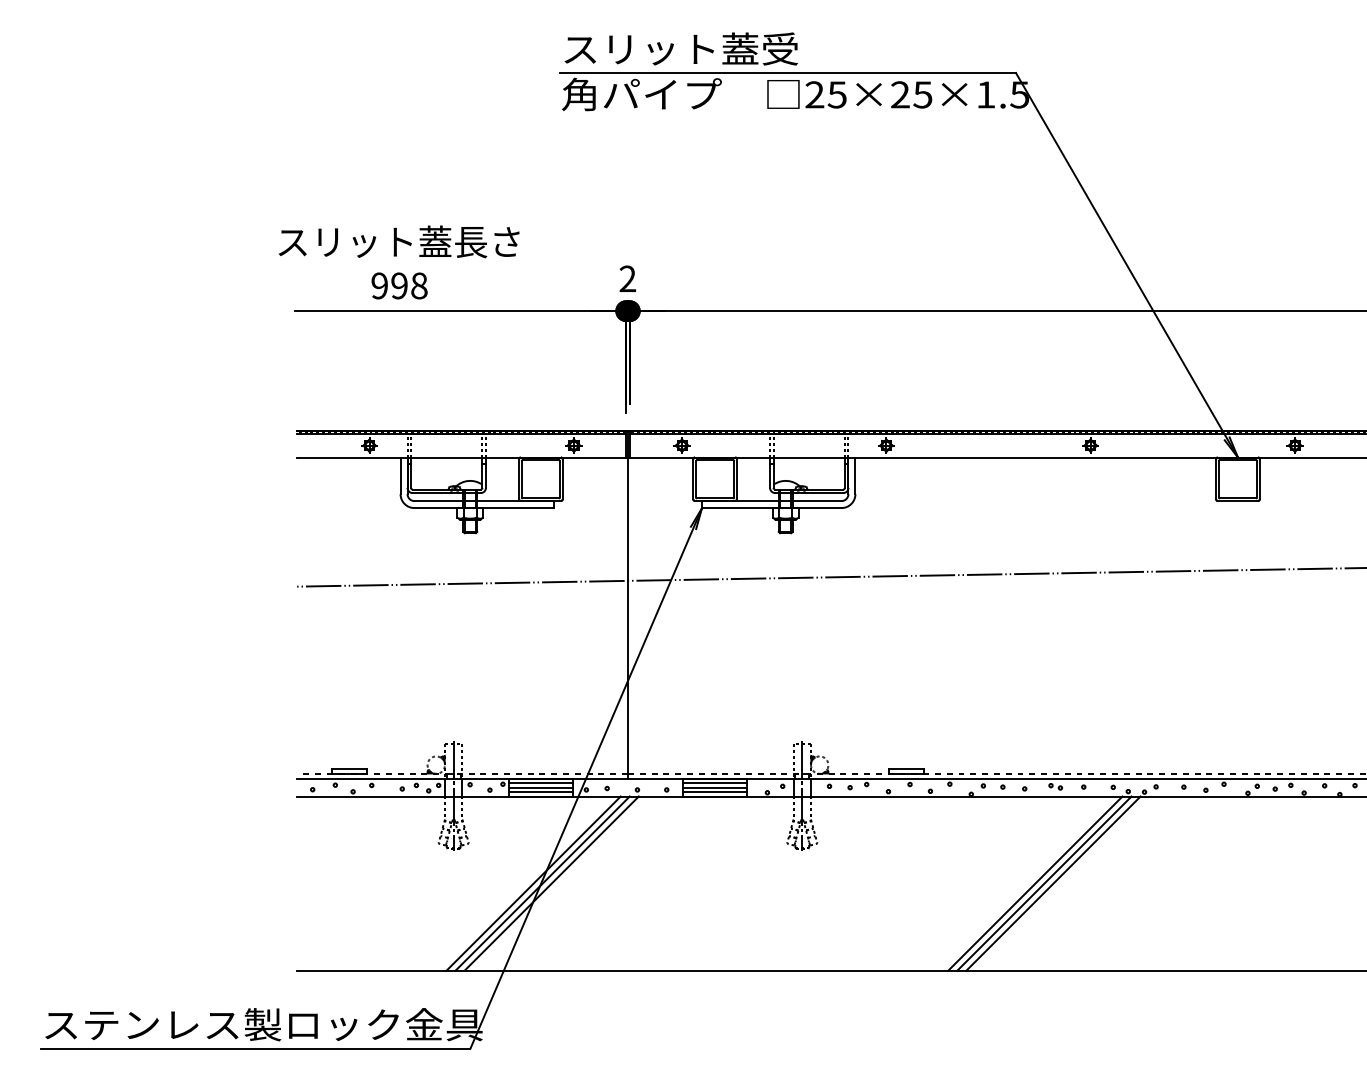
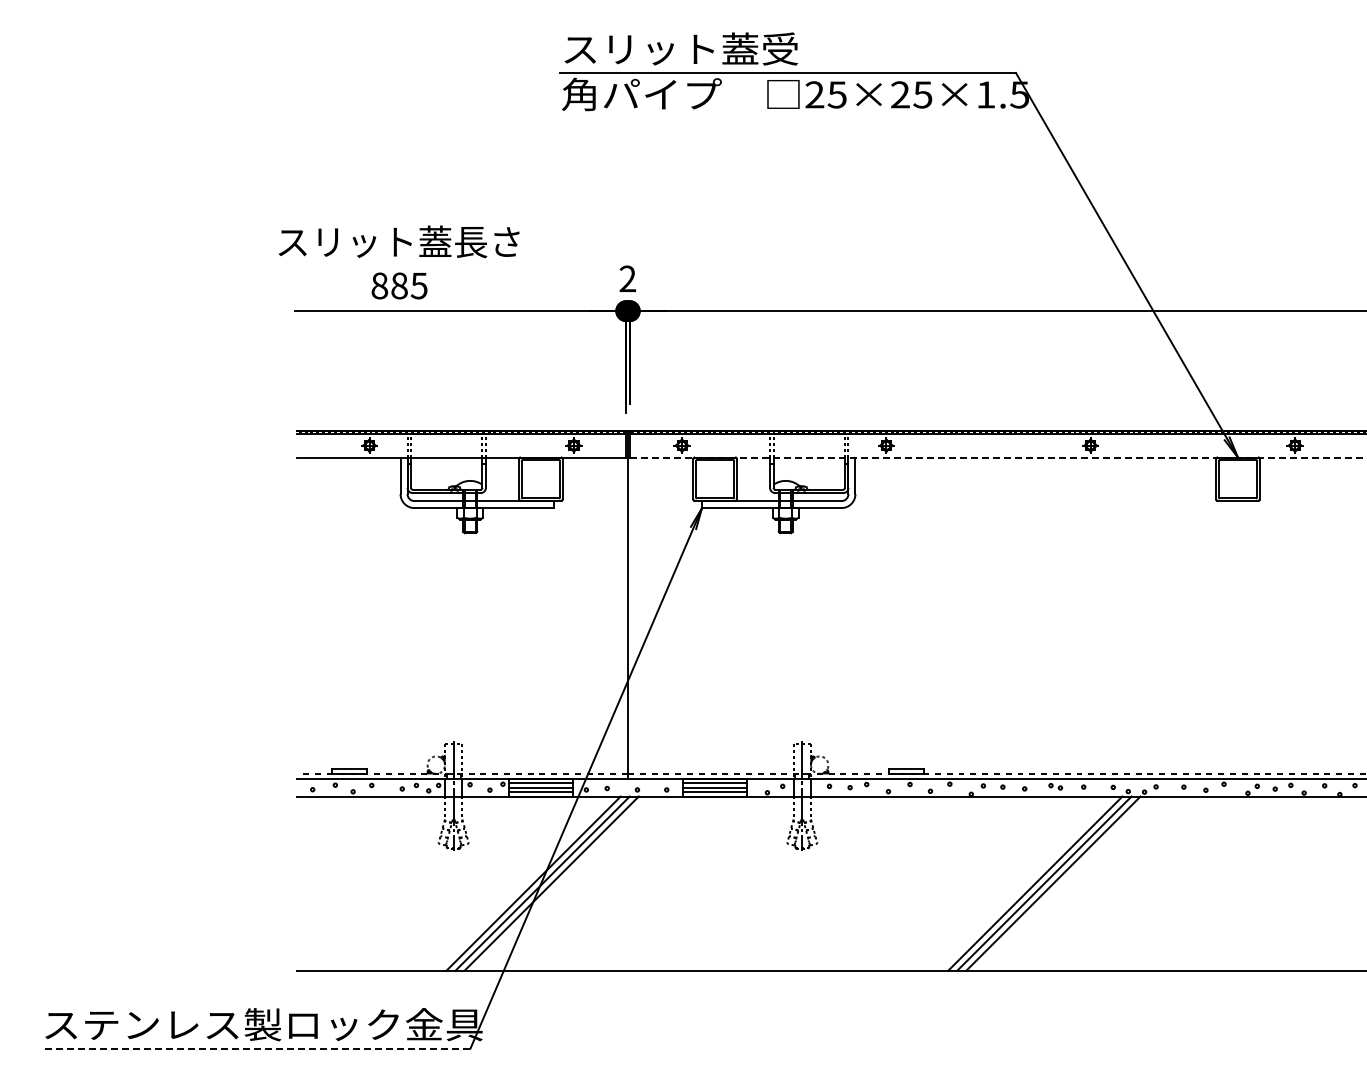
text at (399, 285): 998 -> 885
line at (998, 457): solid -> dashed
line at (829, 577): present -> none
line at (255, 1048): solid -> dashed
